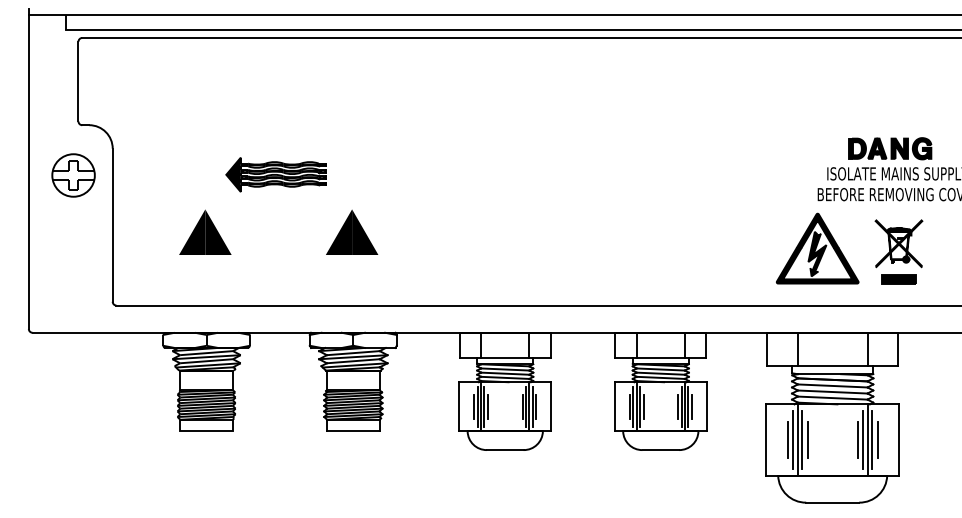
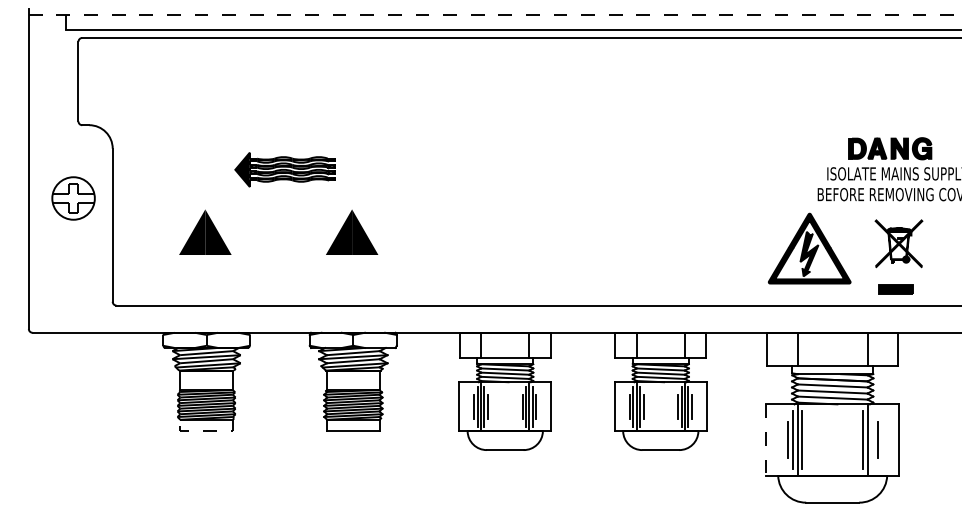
line at (495, 15): solid -> dashed
part at (275, 174) position: (275, 174) -> (284, 169)
part at (73, 175) position: (73, 175) -> (73, 198)
part at (817, 248) position: (817, 248) -> (809, 248)
part at (898, 279) position: (898, 279) -> (895, 289)
line at (206, 431): solid -> dashed
line at (807, 439): present -> none
line at (857, 439): present -> none
line at (872, 439): present -> none
line at (765, 440): solid -> dashed
